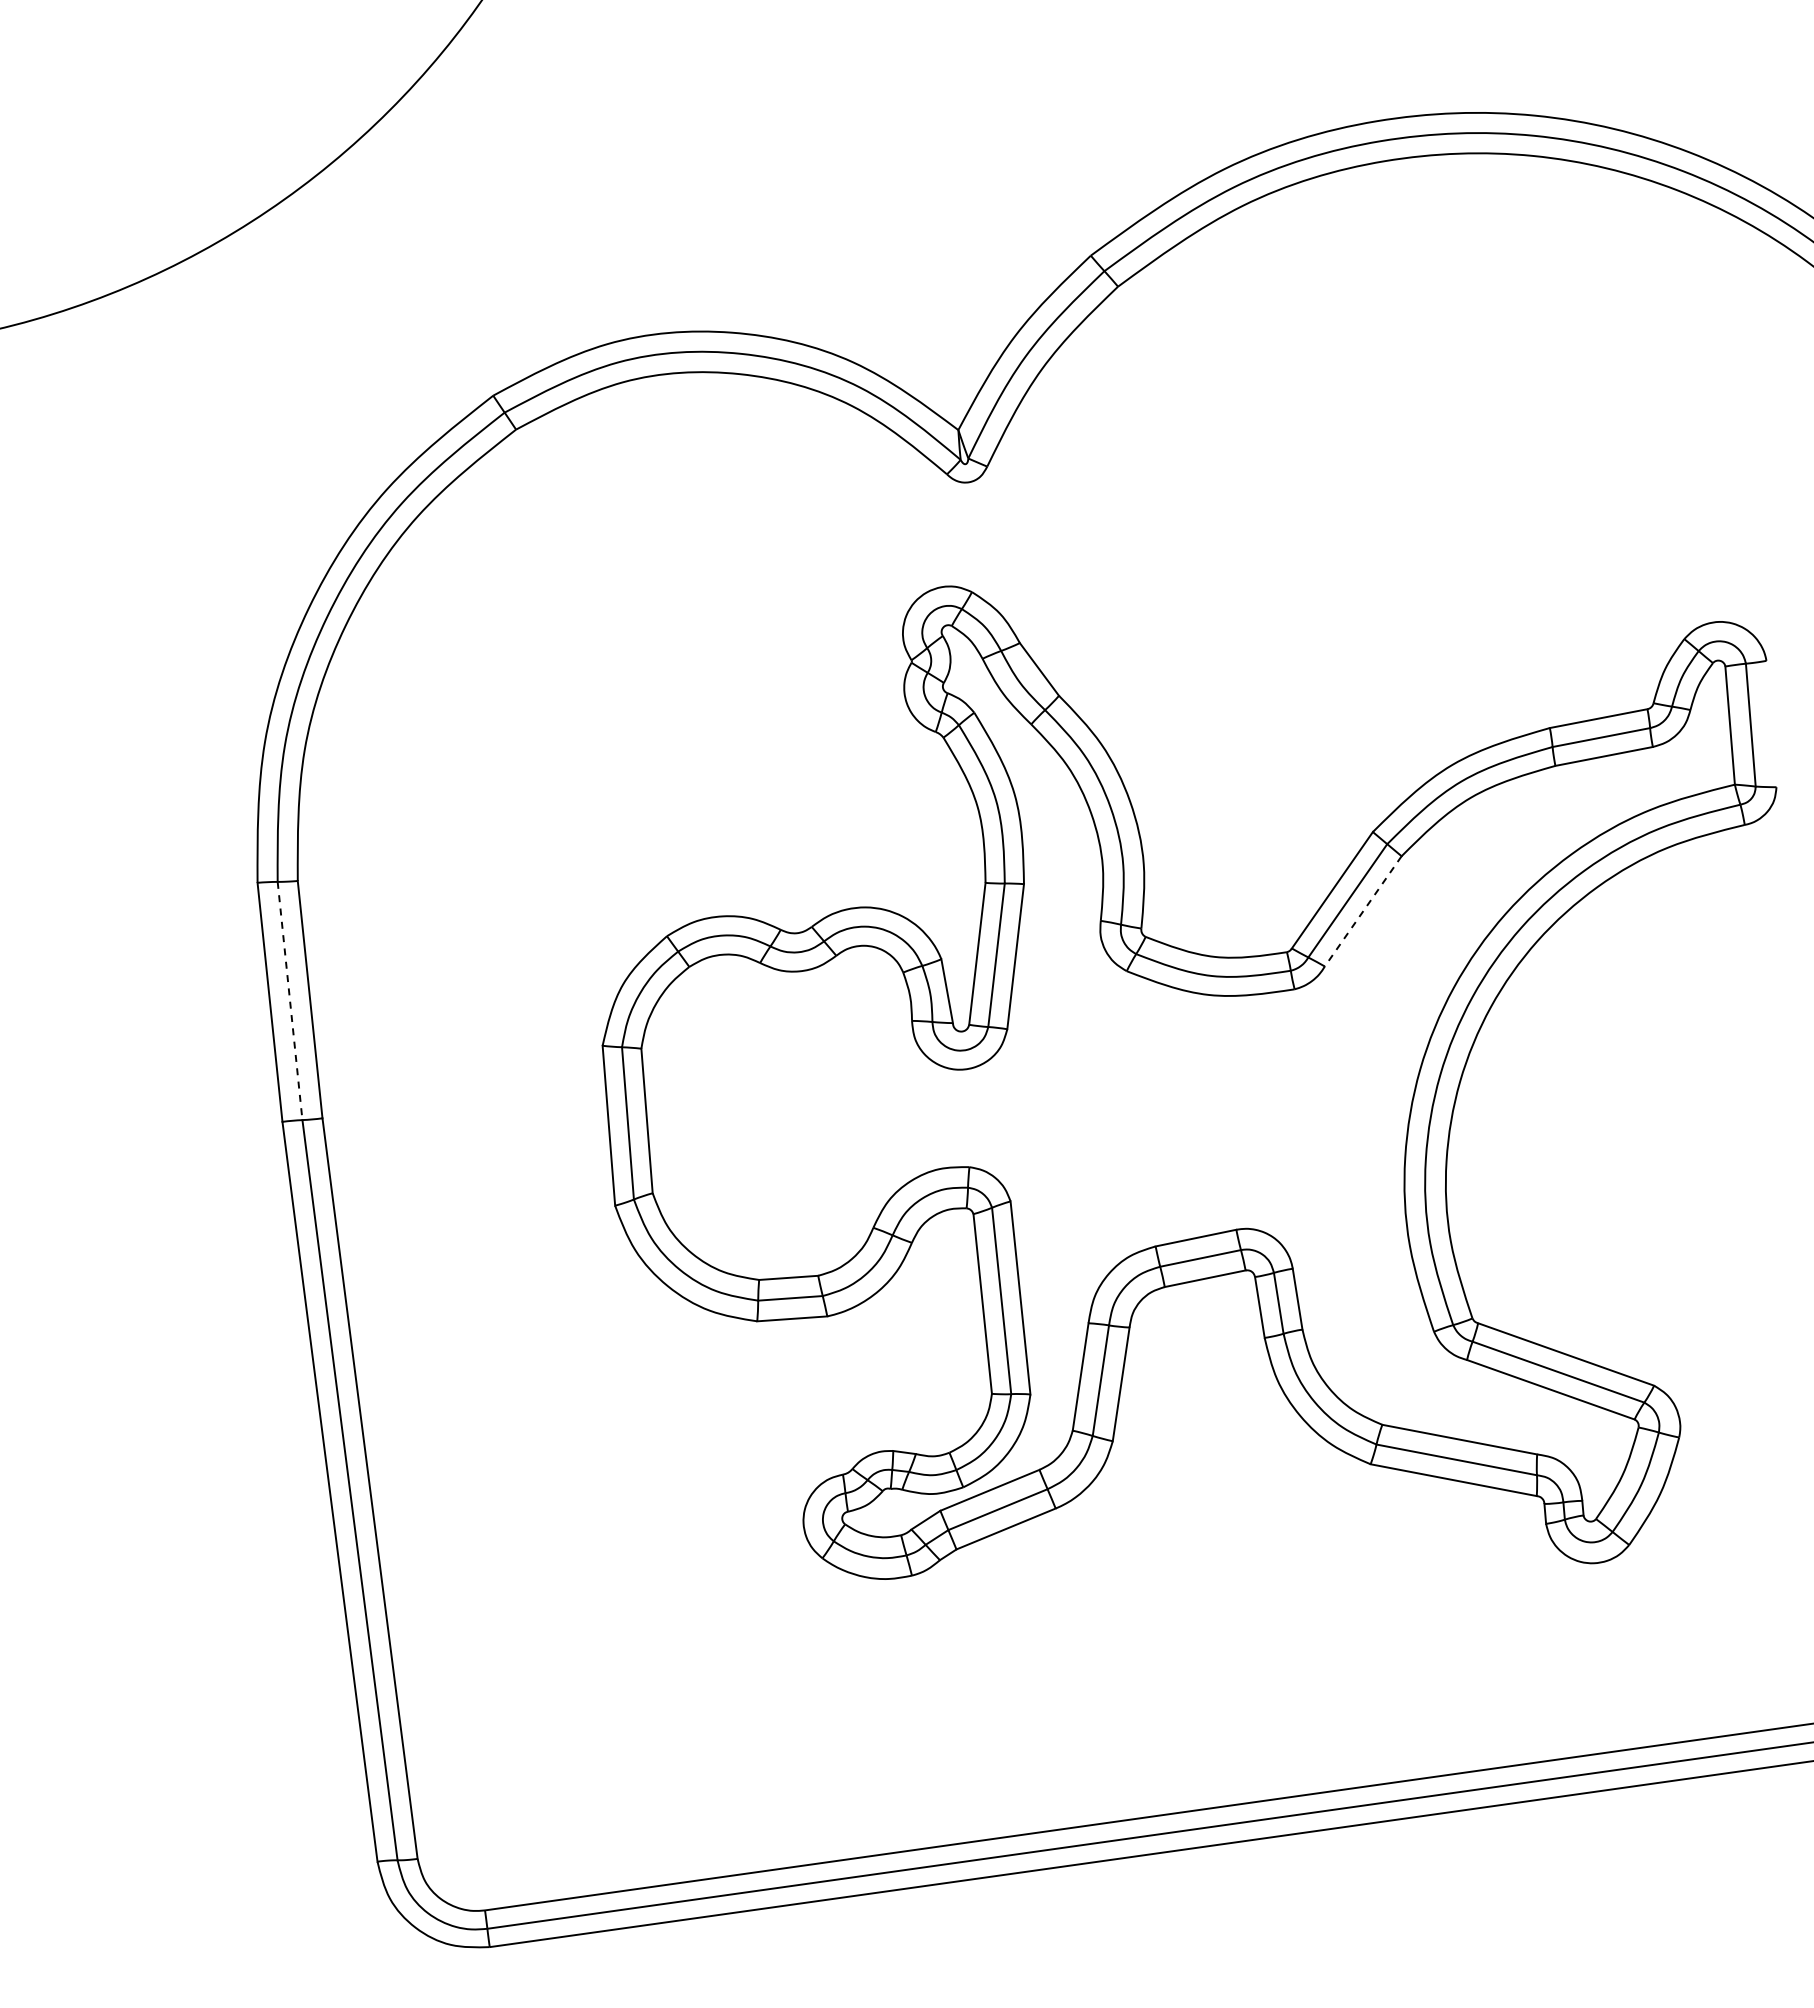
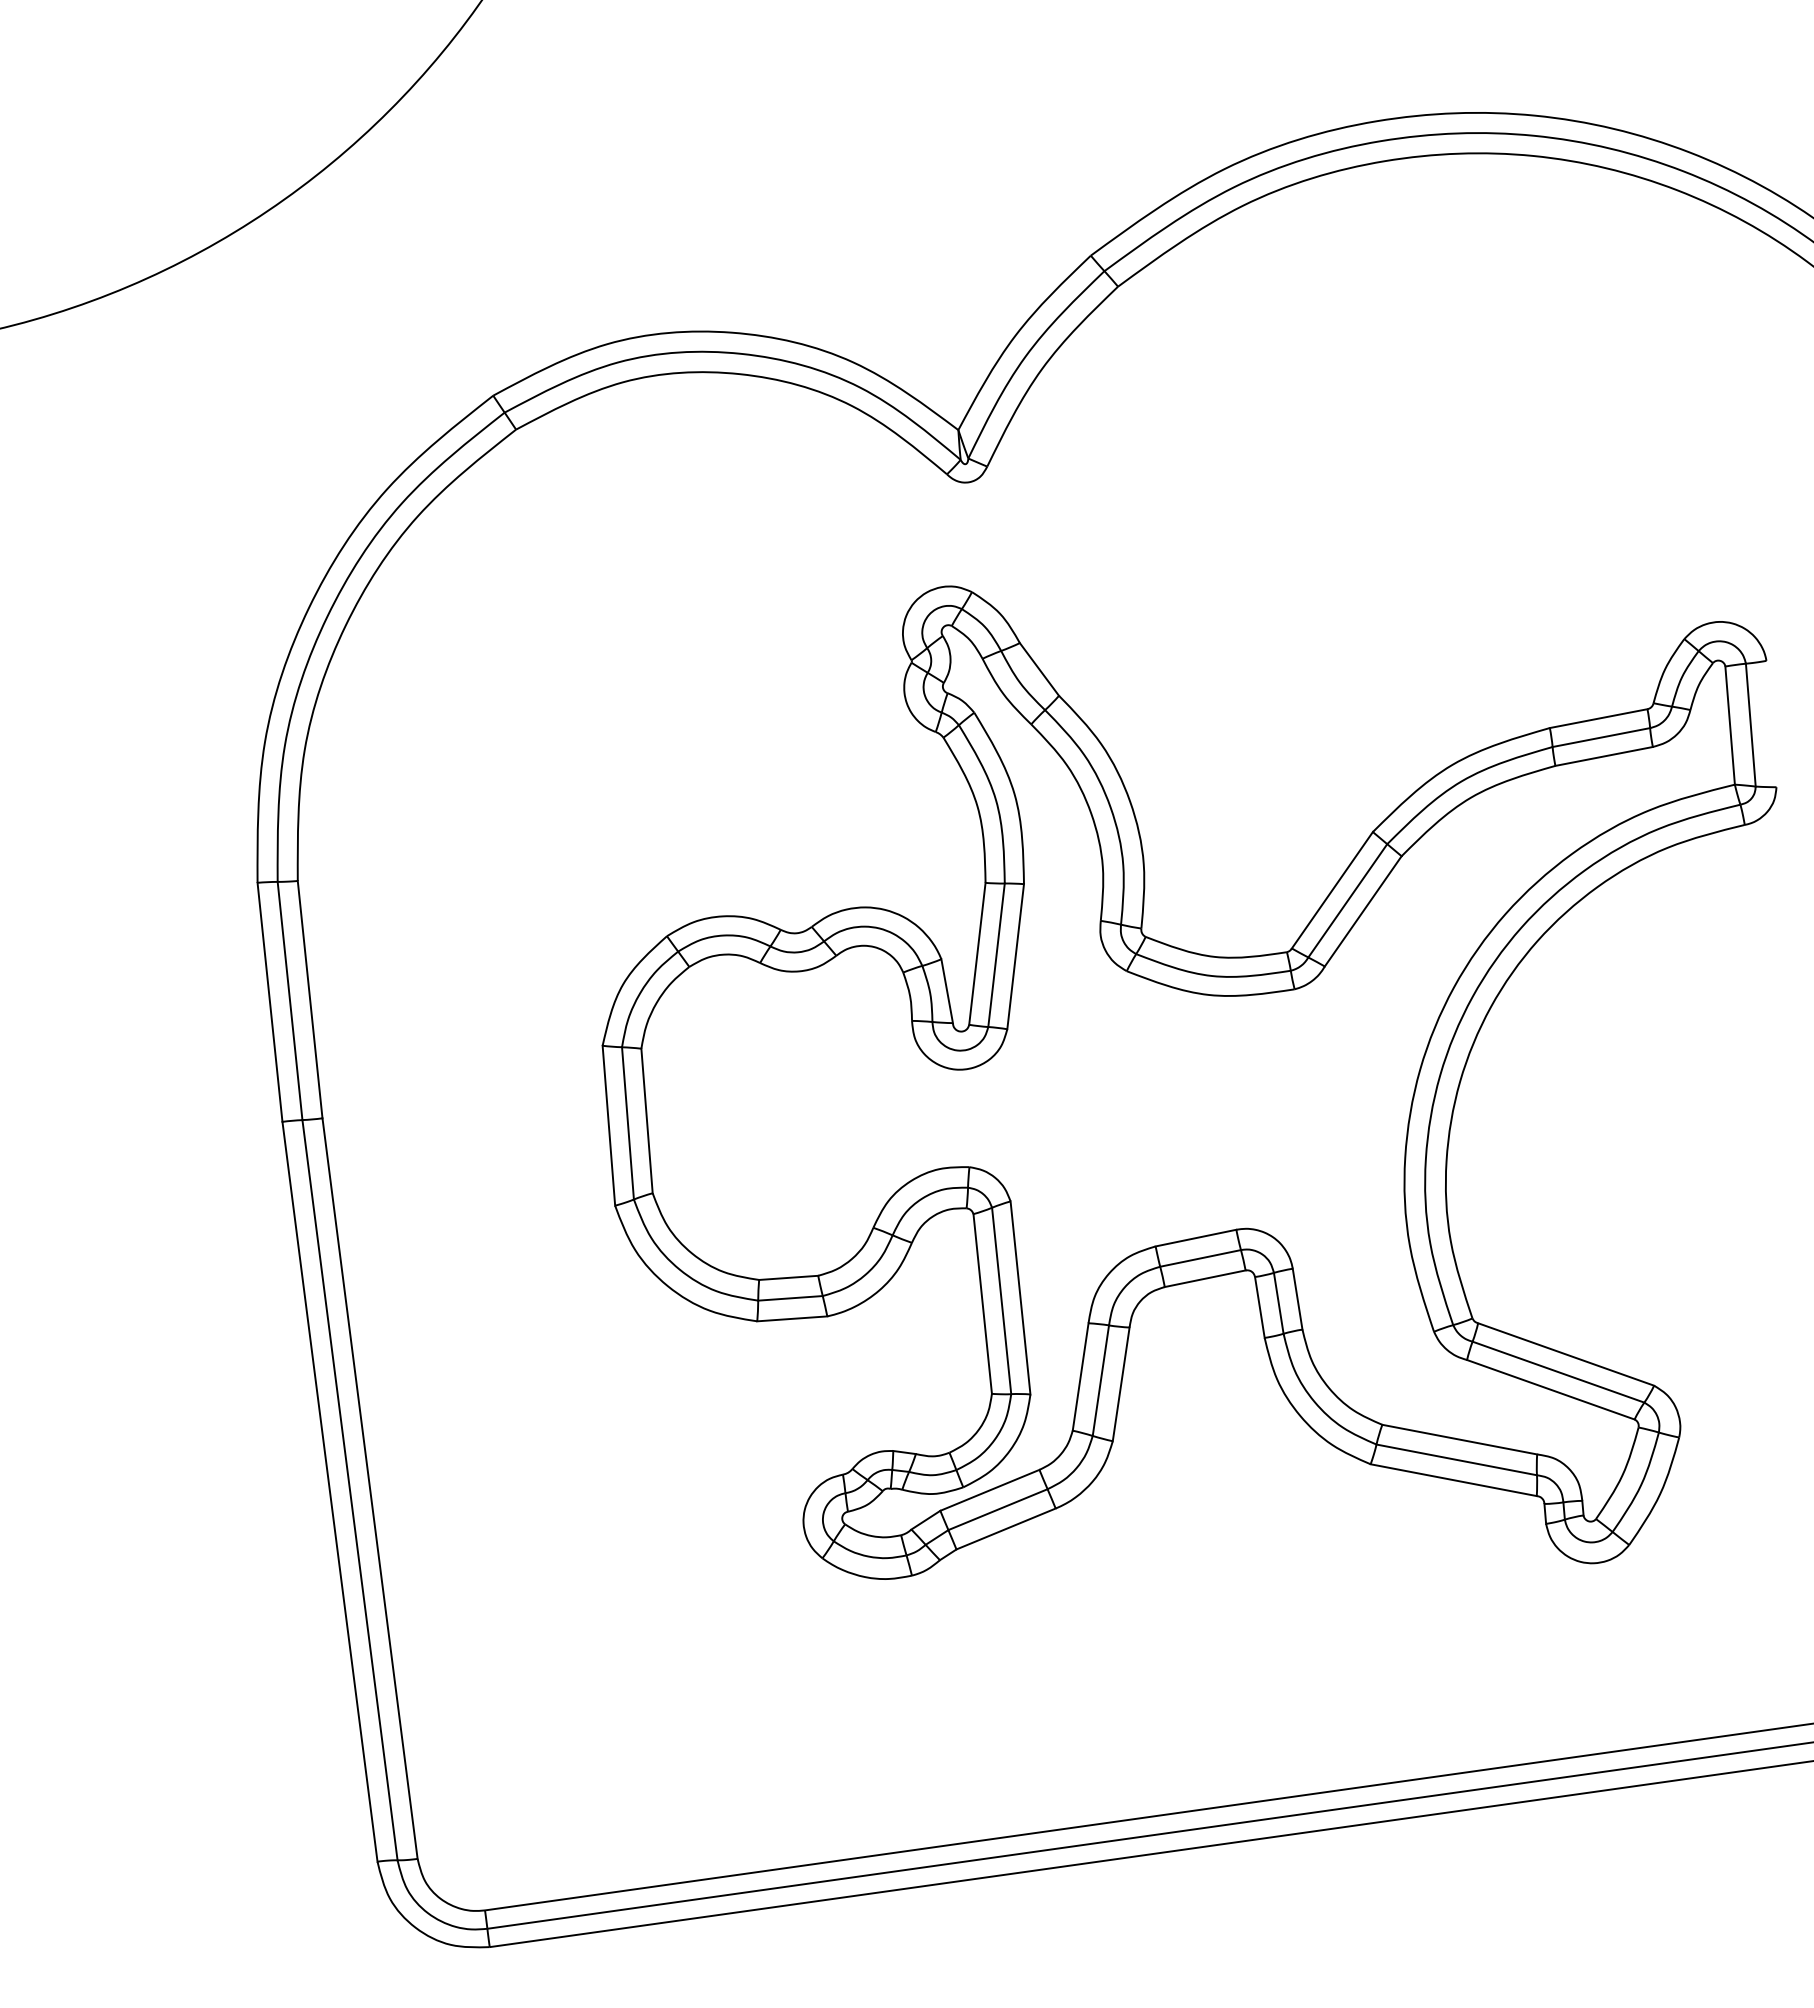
line at (1362, 911): dashed -> solid
line at (290, 1001): dashed -> solid
